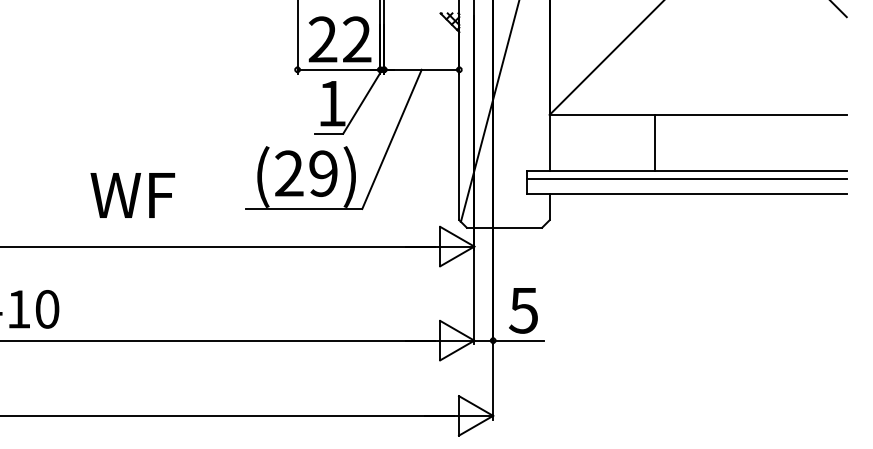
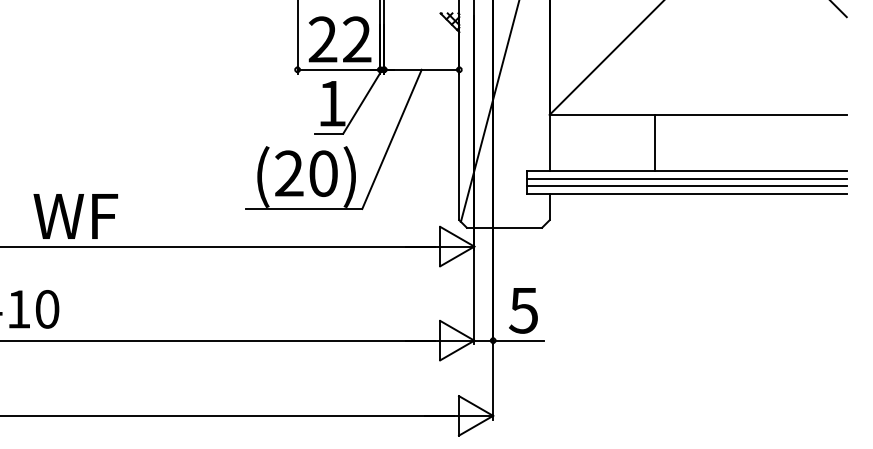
text at (323, 173): (29) -> (20)
line at (686, 186): none -> present
text at (132, 195) position: (132, 195) -> (75, 216)
